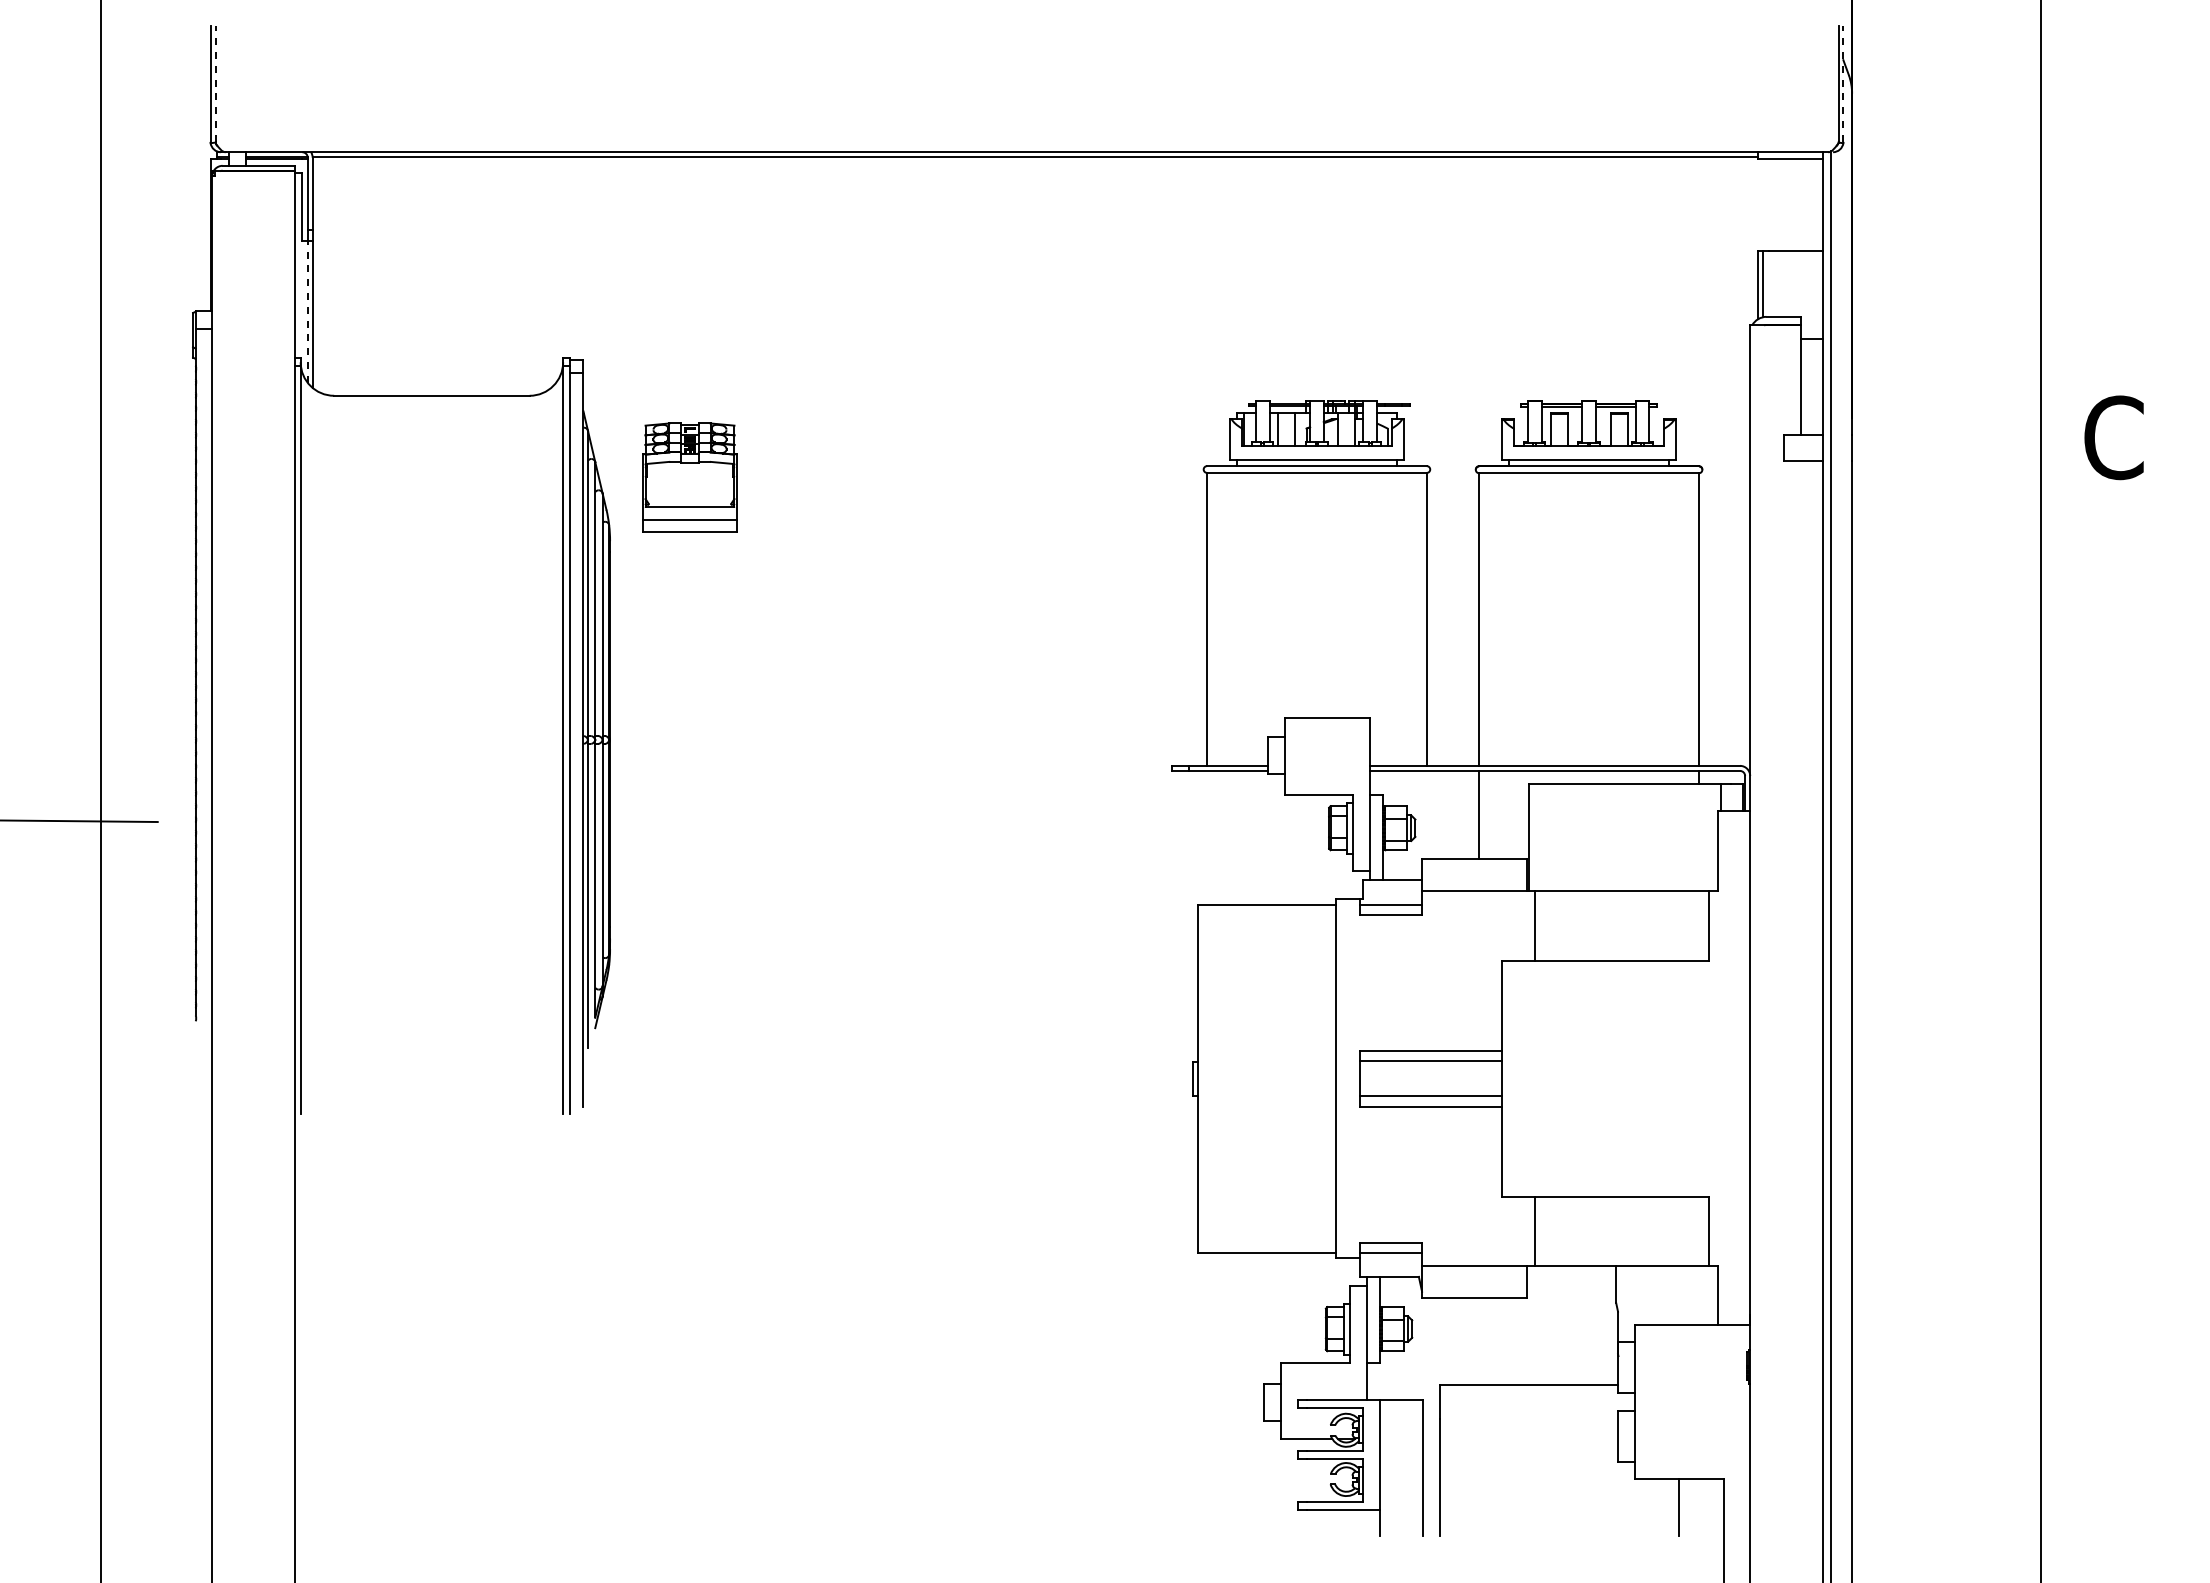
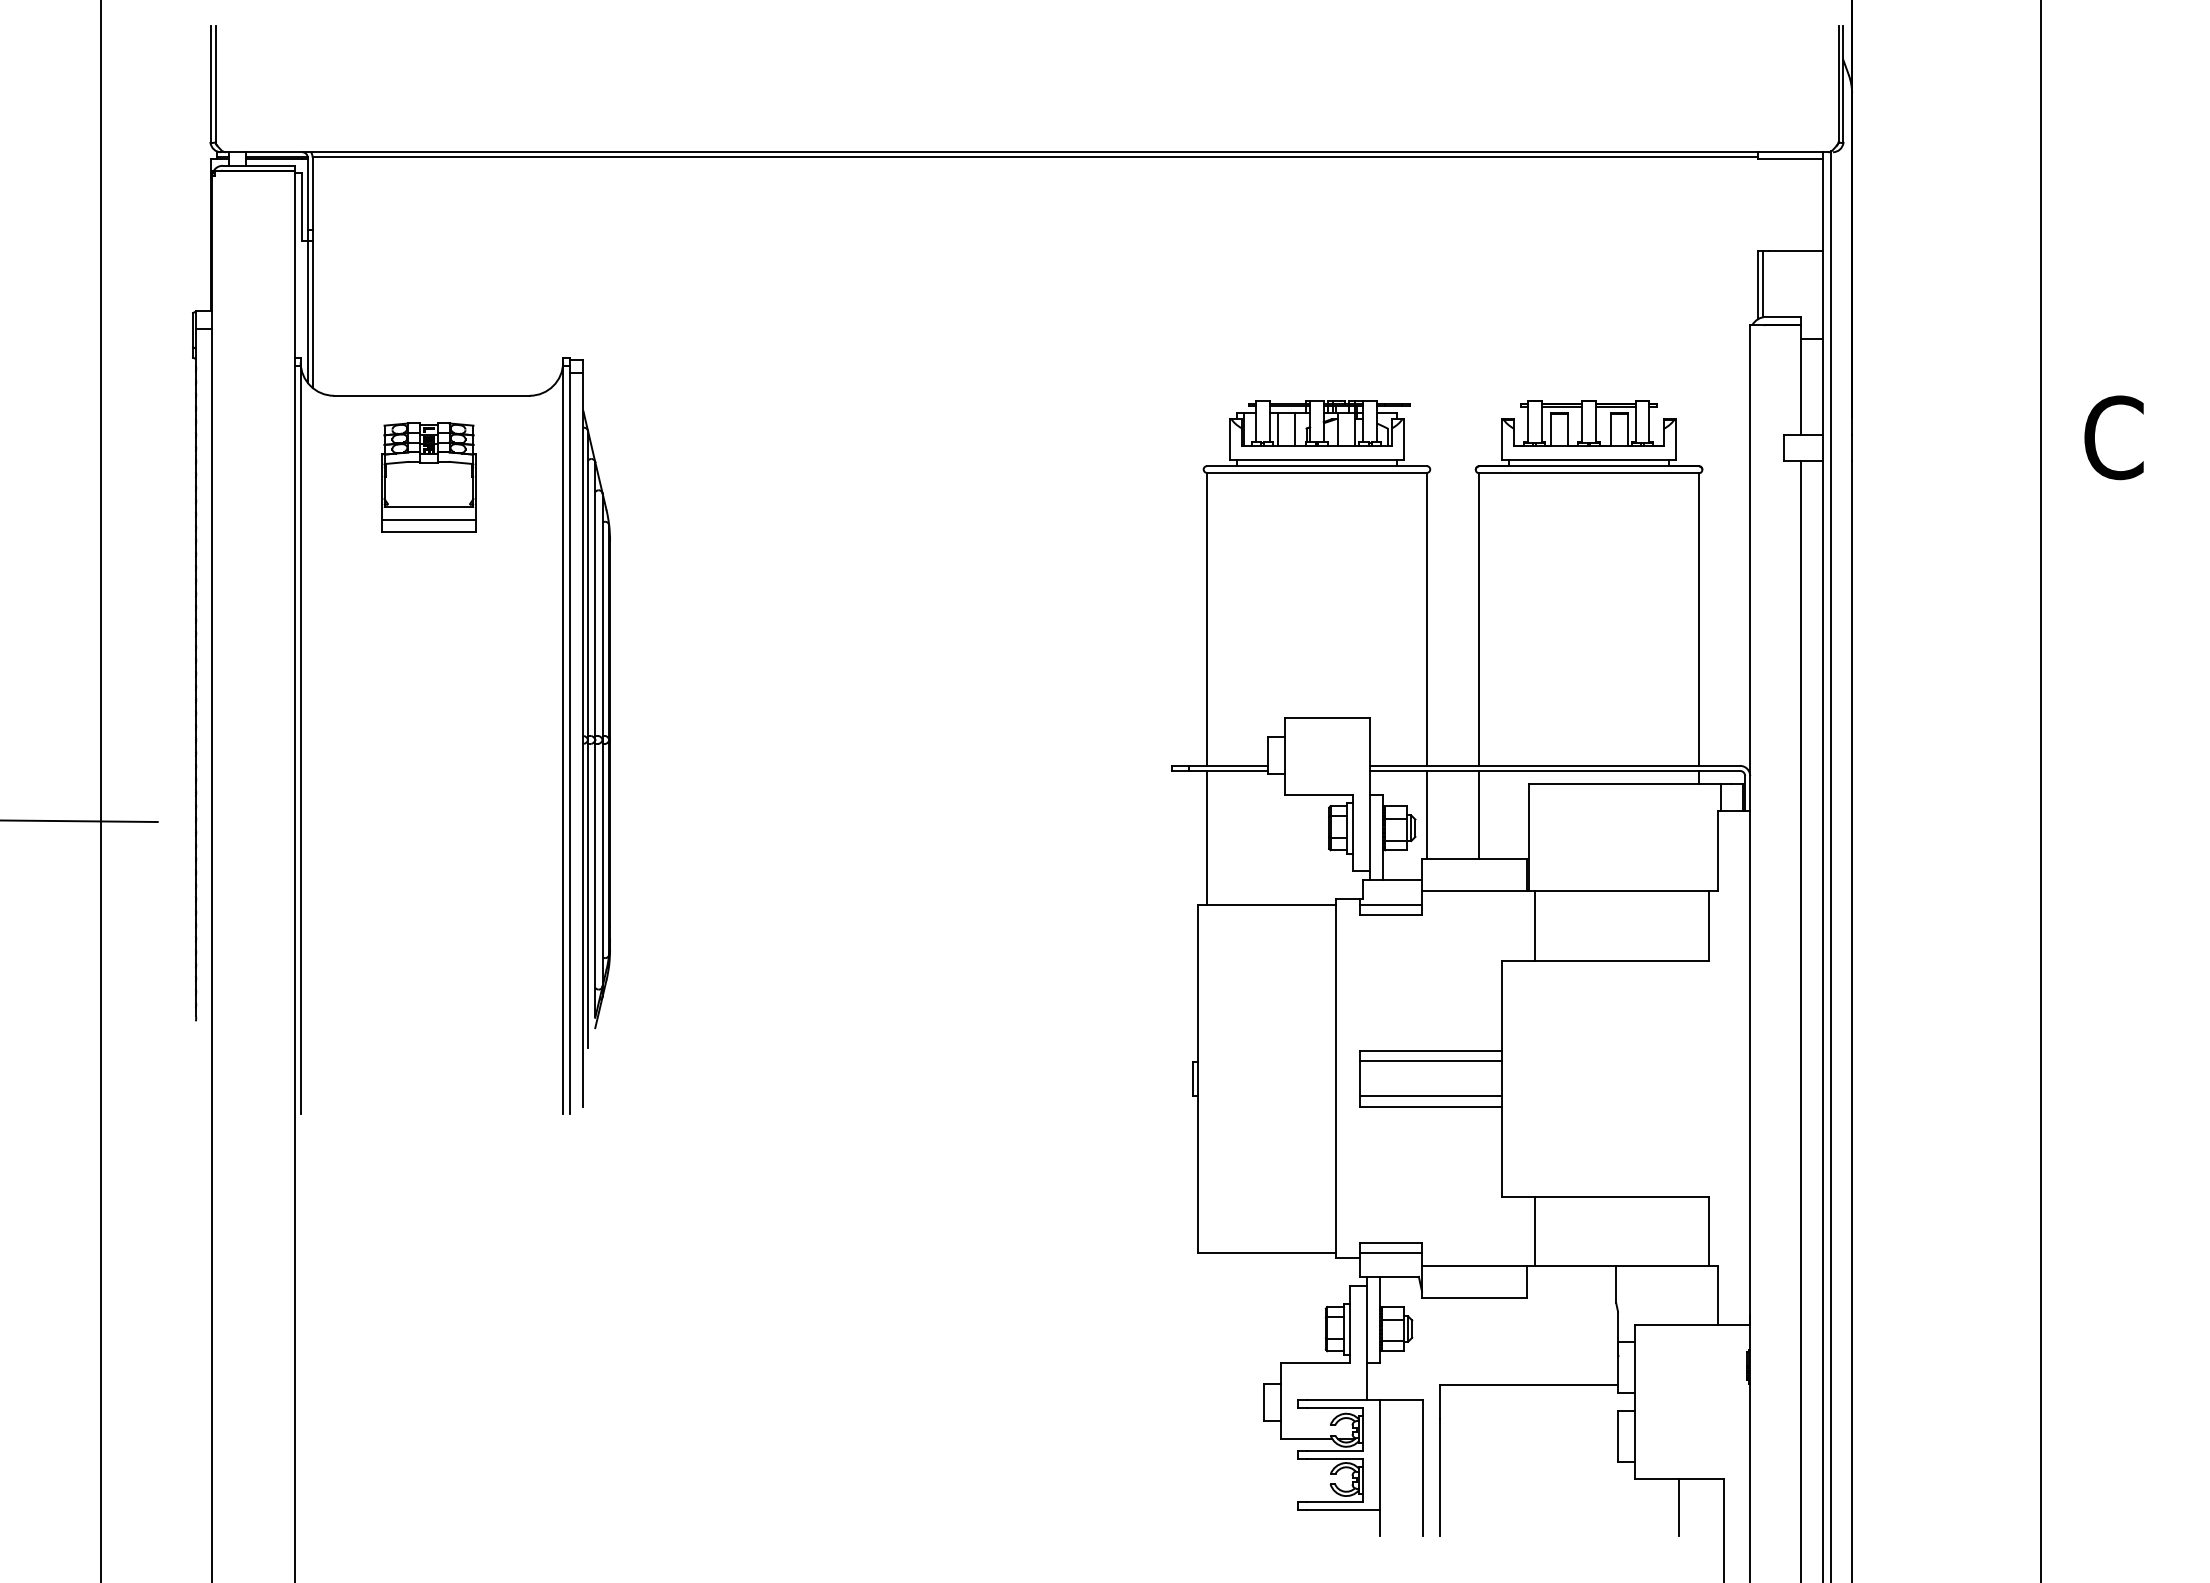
line at (215, 84): dashed -> solid
line at (1843, 84): dashed -> solid
line at (307, 312): dashed -> solid
part at (689, 477) position: (689, 477) -> (428, 477)
line at (1426, 814): none -> present
line at (1207, 837): none -> present
line at (1801, 1019): none -> present
